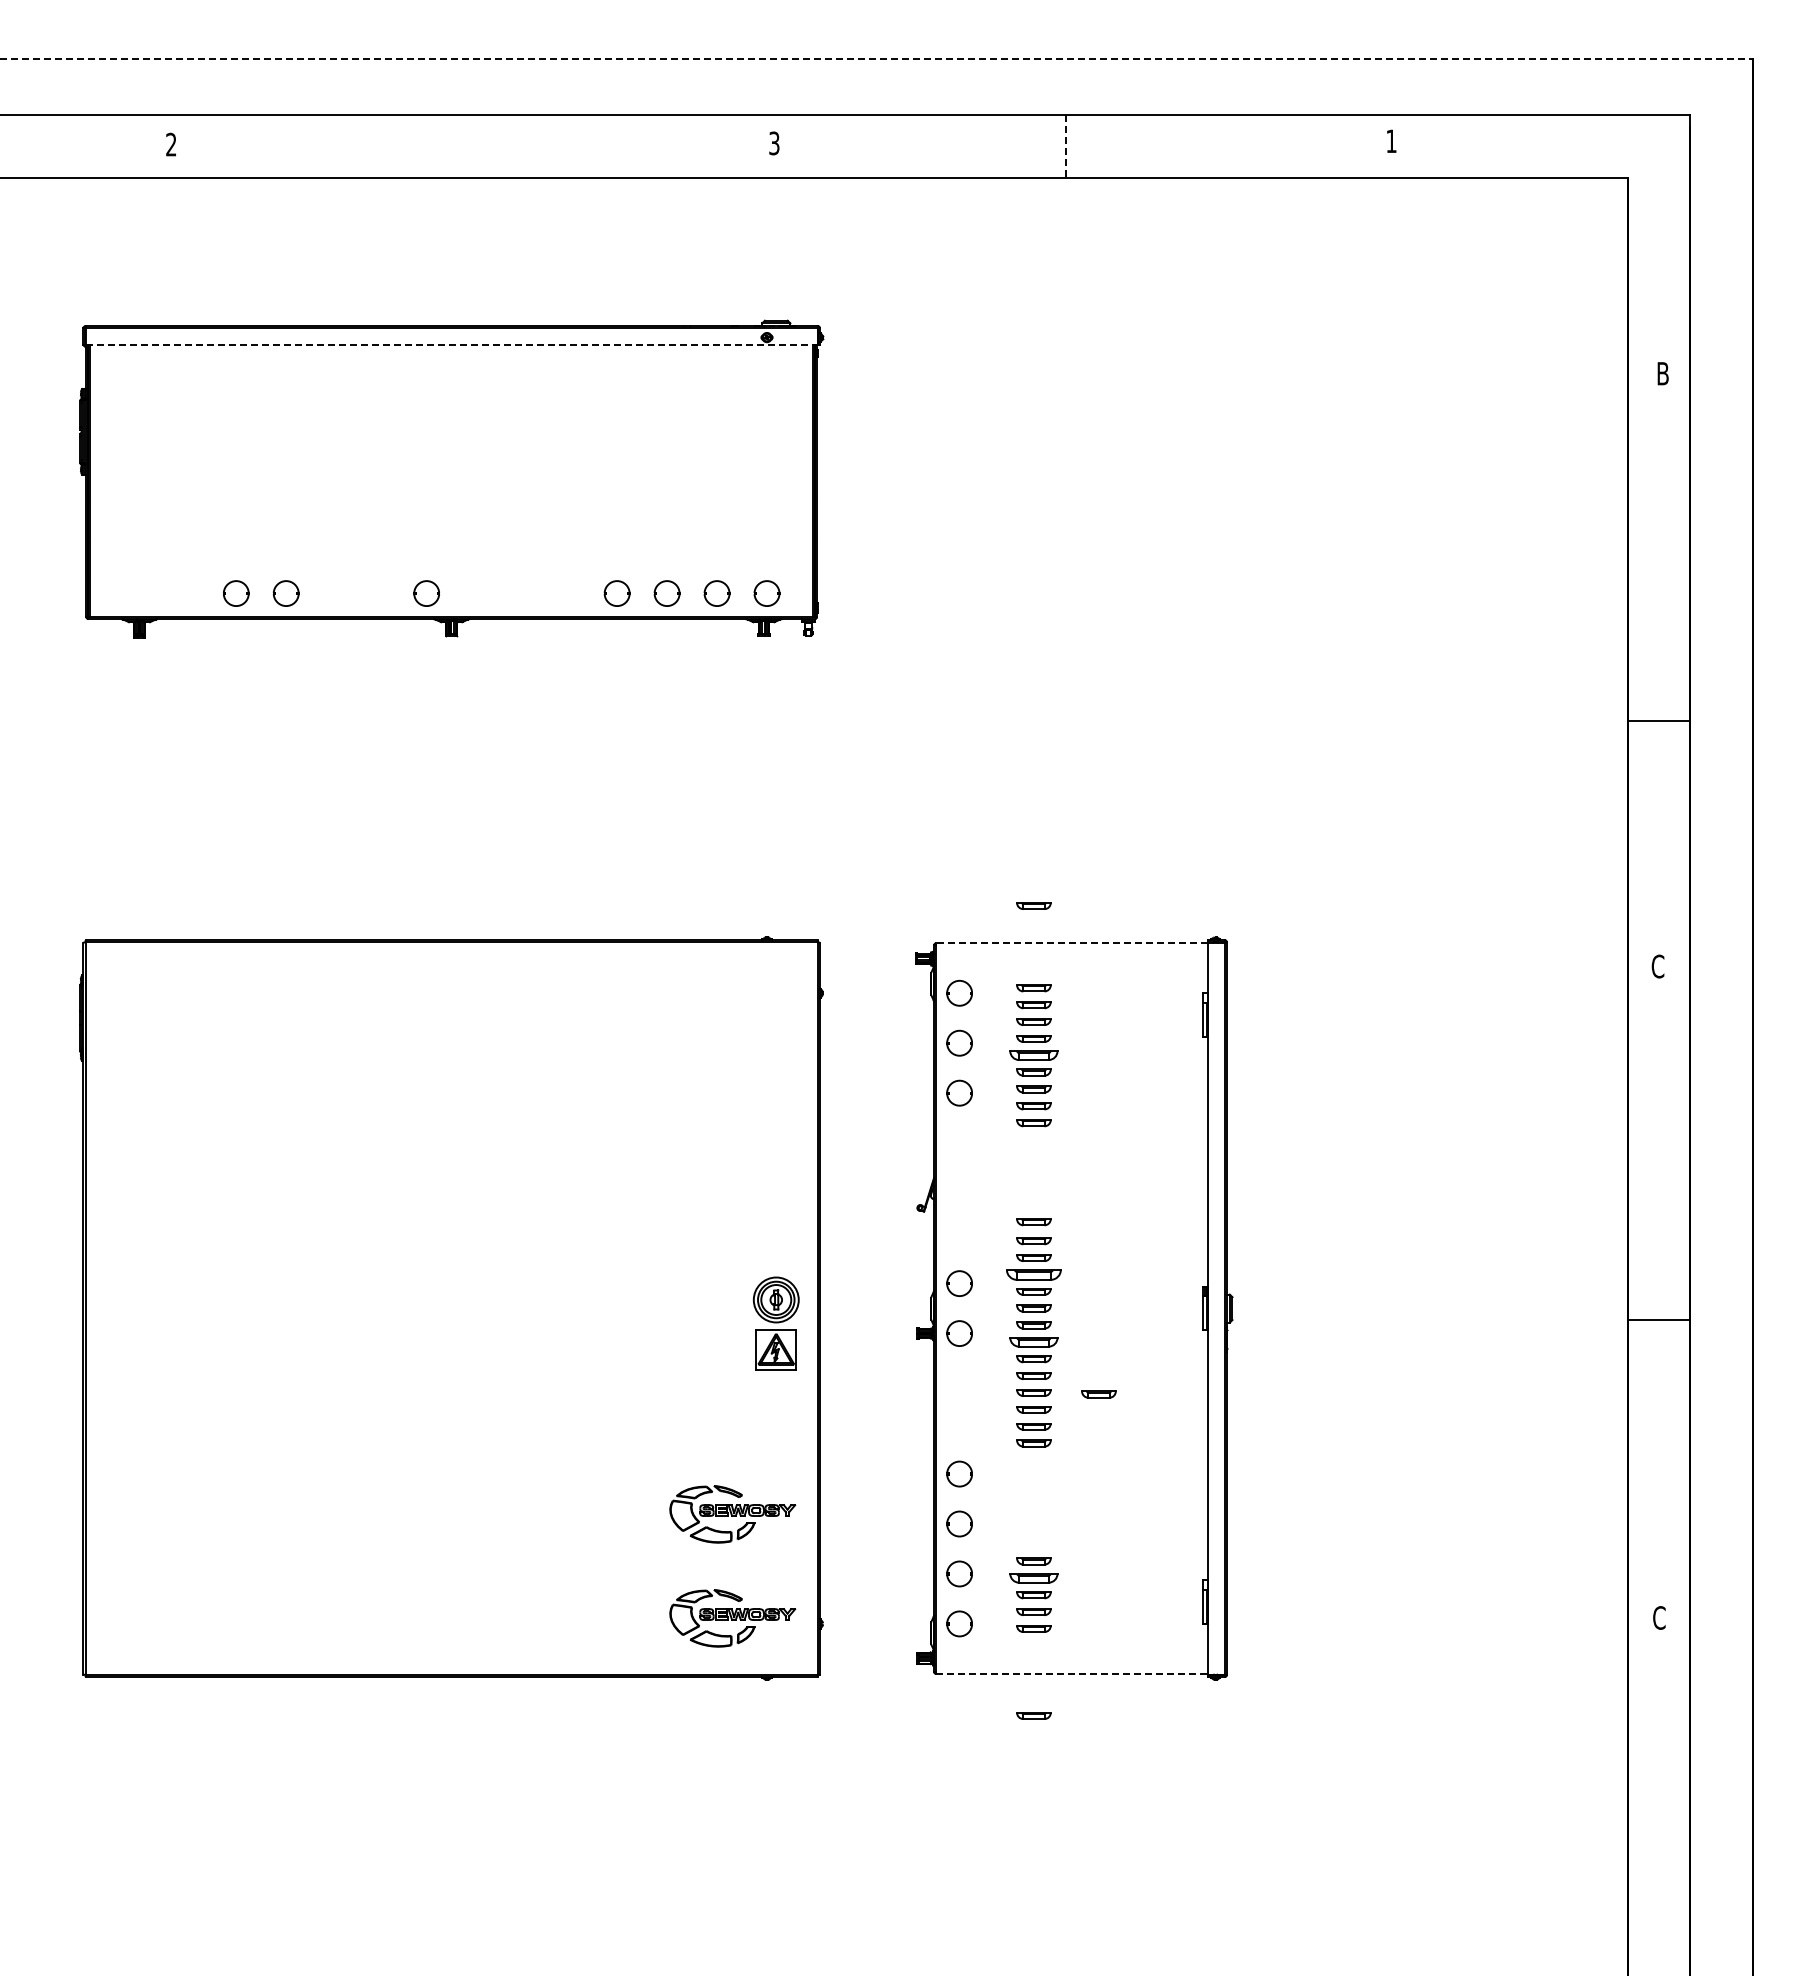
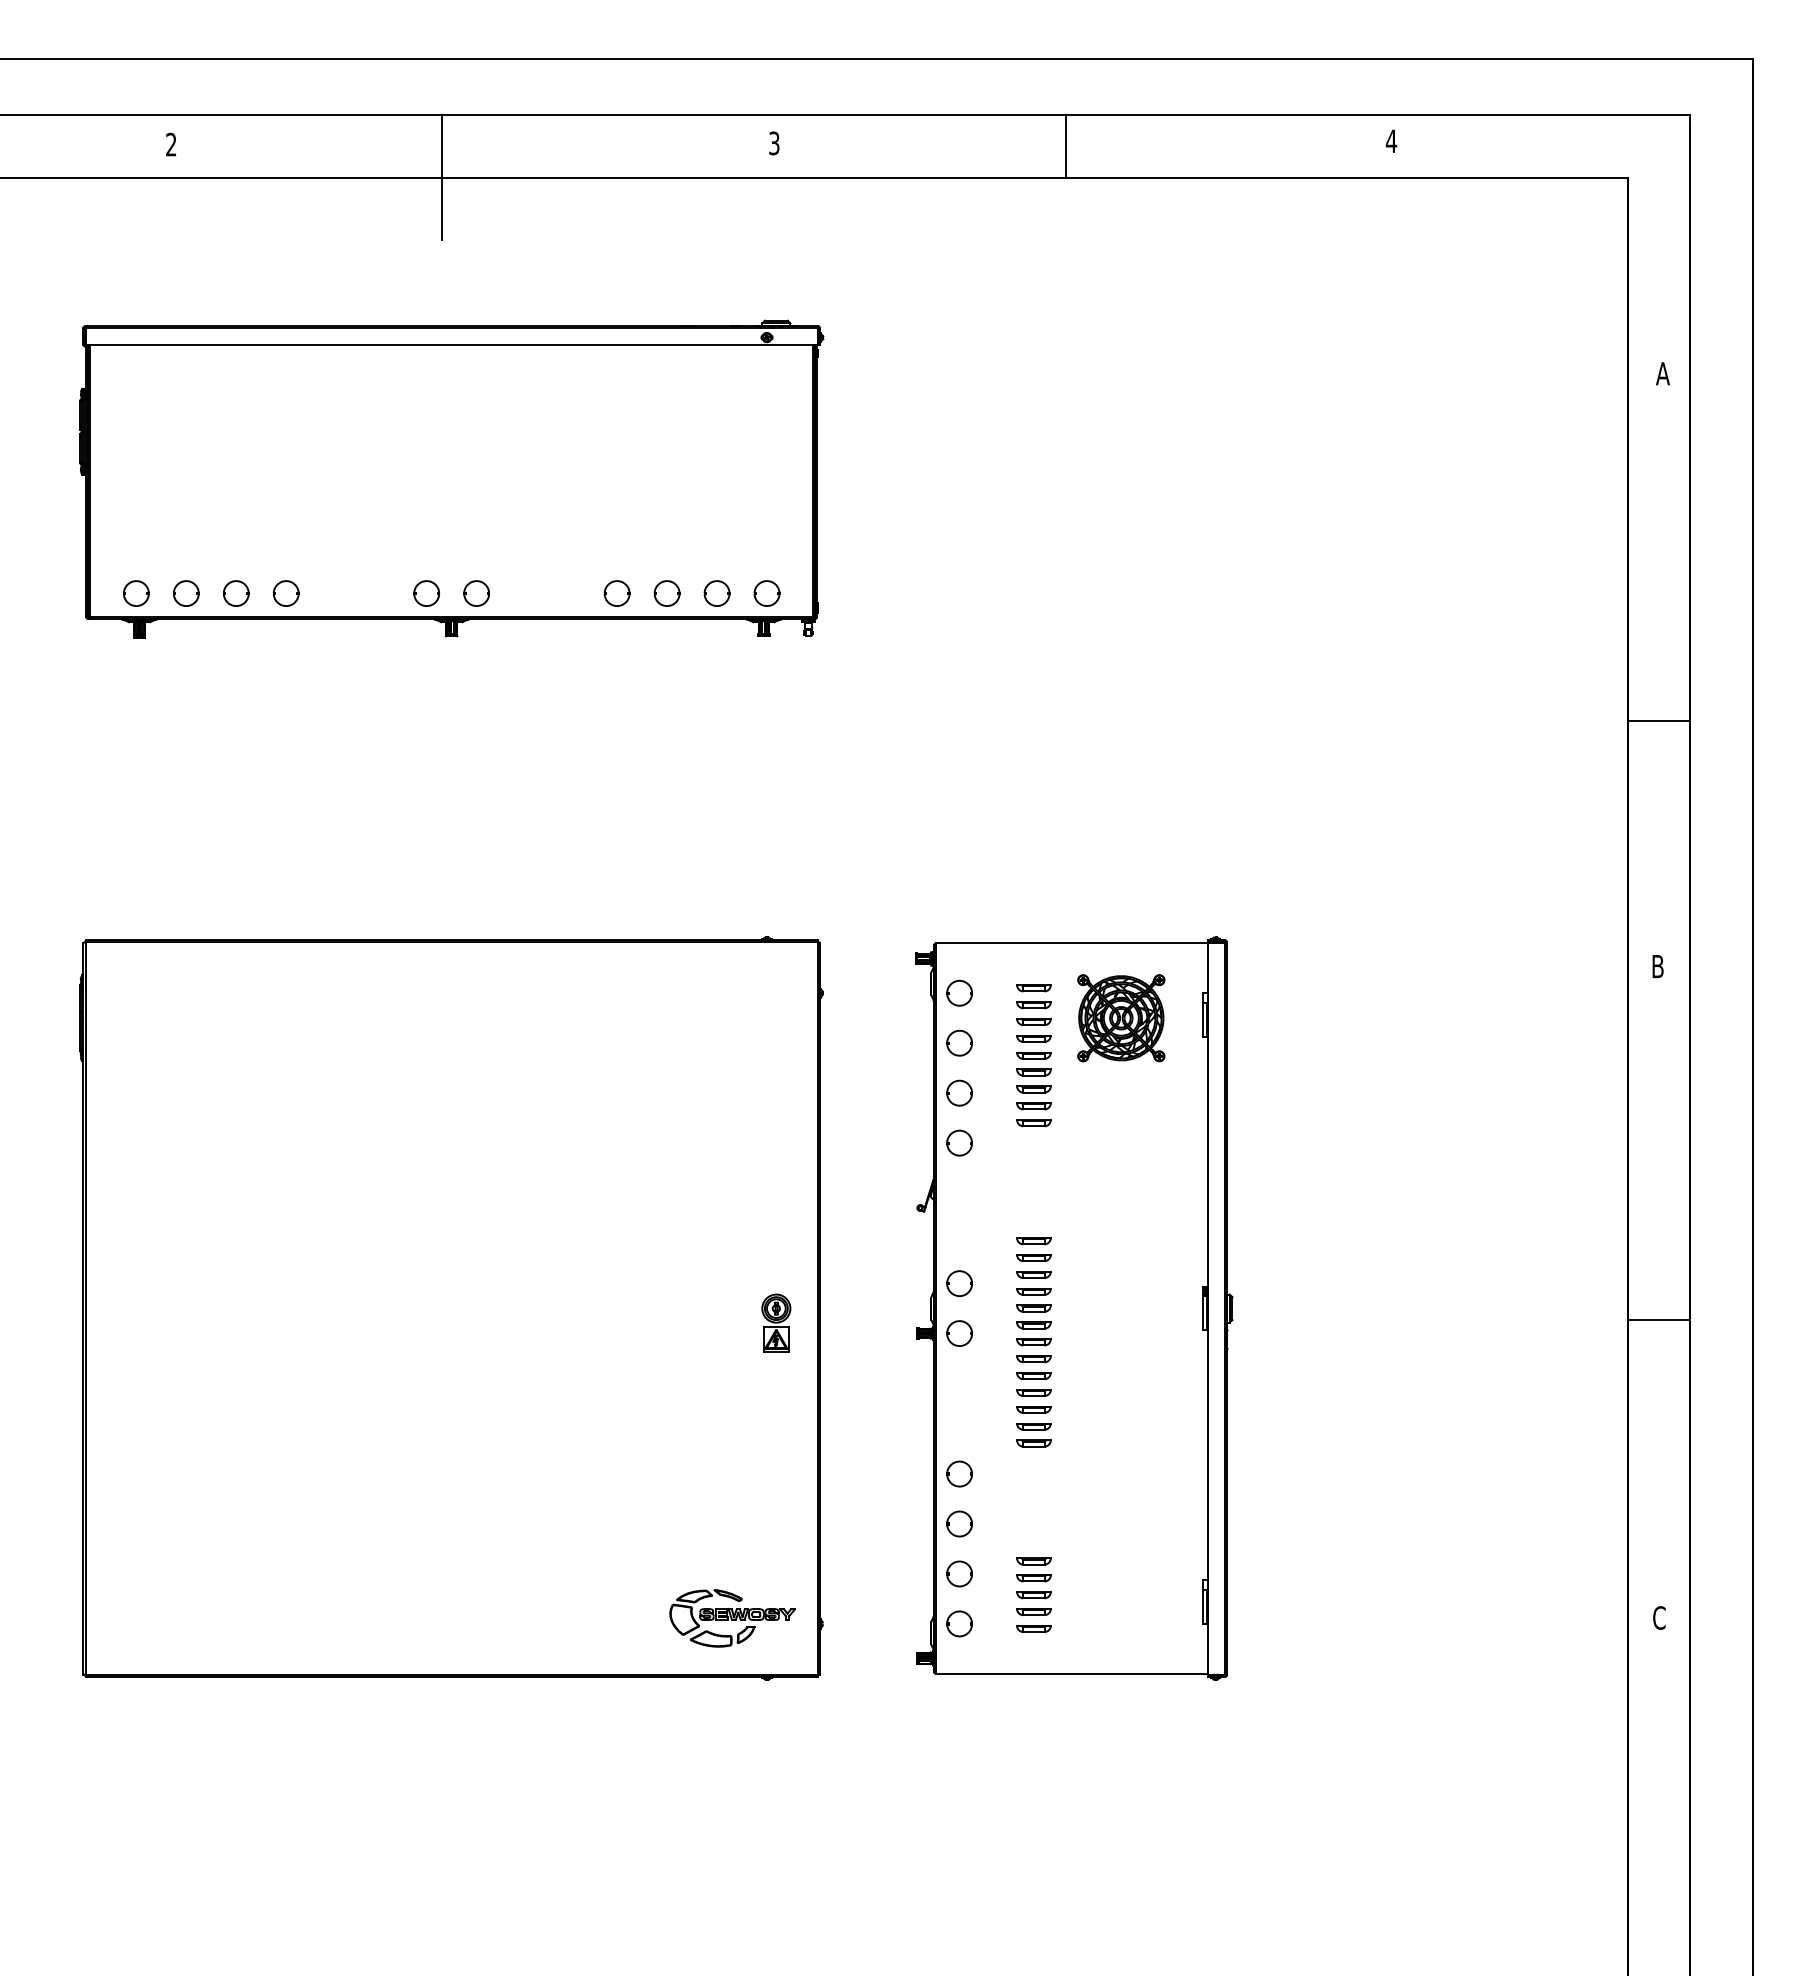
line at (877, 59): dashed -> solid
text at (1391, 140): 1 -> 4
line at (1066, 147): dashed -> solid
line at (441, 177): none -> present
line at (452, 344): dashed -> solid
text at (1662, 373): B -> A
part at (136, 593): none -> present
part at (186, 593): none -> present
part at (476, 593): none -> present
part at (1033, 905): present -> none
line at (1071, 943): dashed -> solid
text at (1657, 966): C -> B
part at (1121, 1018): none -> present
part at (1033, 1055) size: 50x11 px -> 36x8 px
part at (959, 1142): none -> present
part at (1033, 1222): present -> none
part at (1033, 1274) size: 56x12 px -> 36x8 px
part at (775, 1323) size: 48x95 px -> 31x60 px
part at (1033, 1342) size: 50x11 px -> 36x9 px
part at (1098, 1394): present -> none
part at (732, 1514): present -> none
part at (1033, 1578) size: 50x11 px -> 36x9 px
line at (1072, 1673): dashed -> solid
part at (1033, 1715): present -> none
